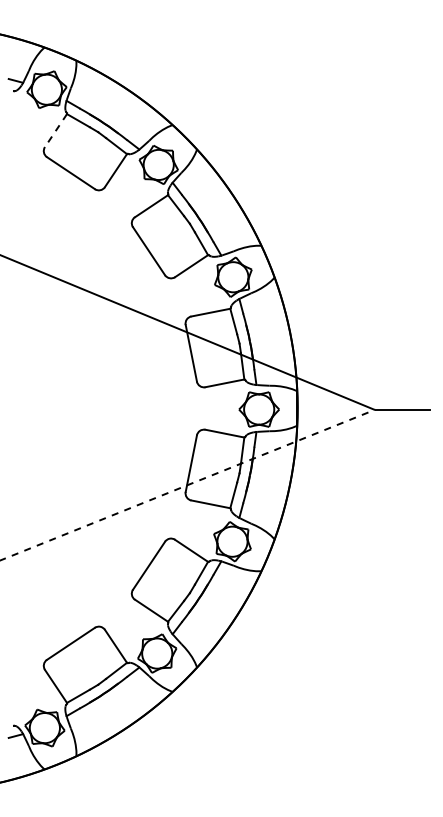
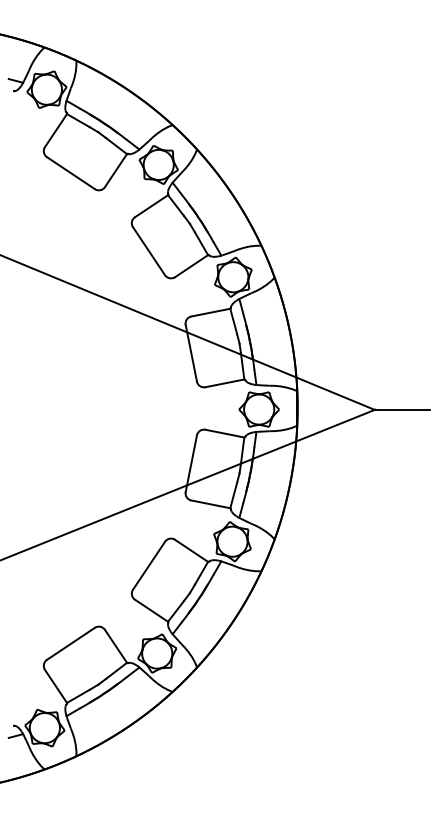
line at (56, 130): dashed -> solid
line at (188, 484): dashed -> solid
